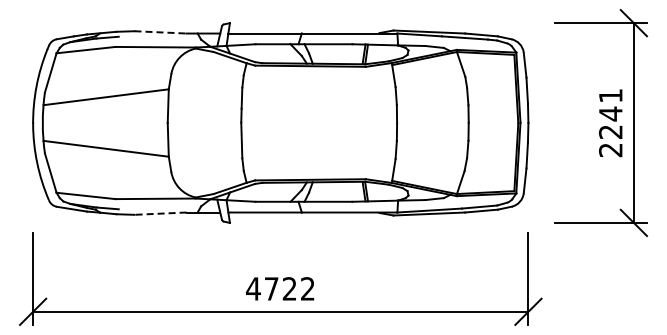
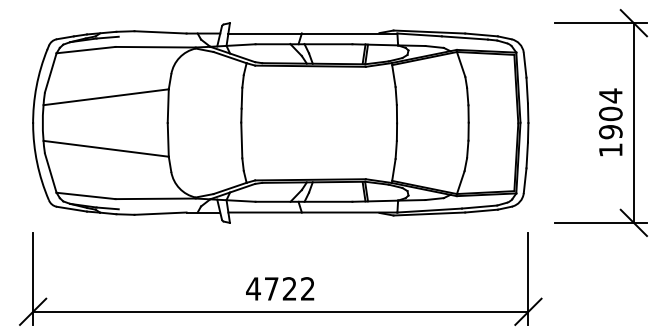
line at (161, 32): dashed -> solid
text at (610, 122): 2241 -> 1904
line at (160, 213): dashed -> solid
